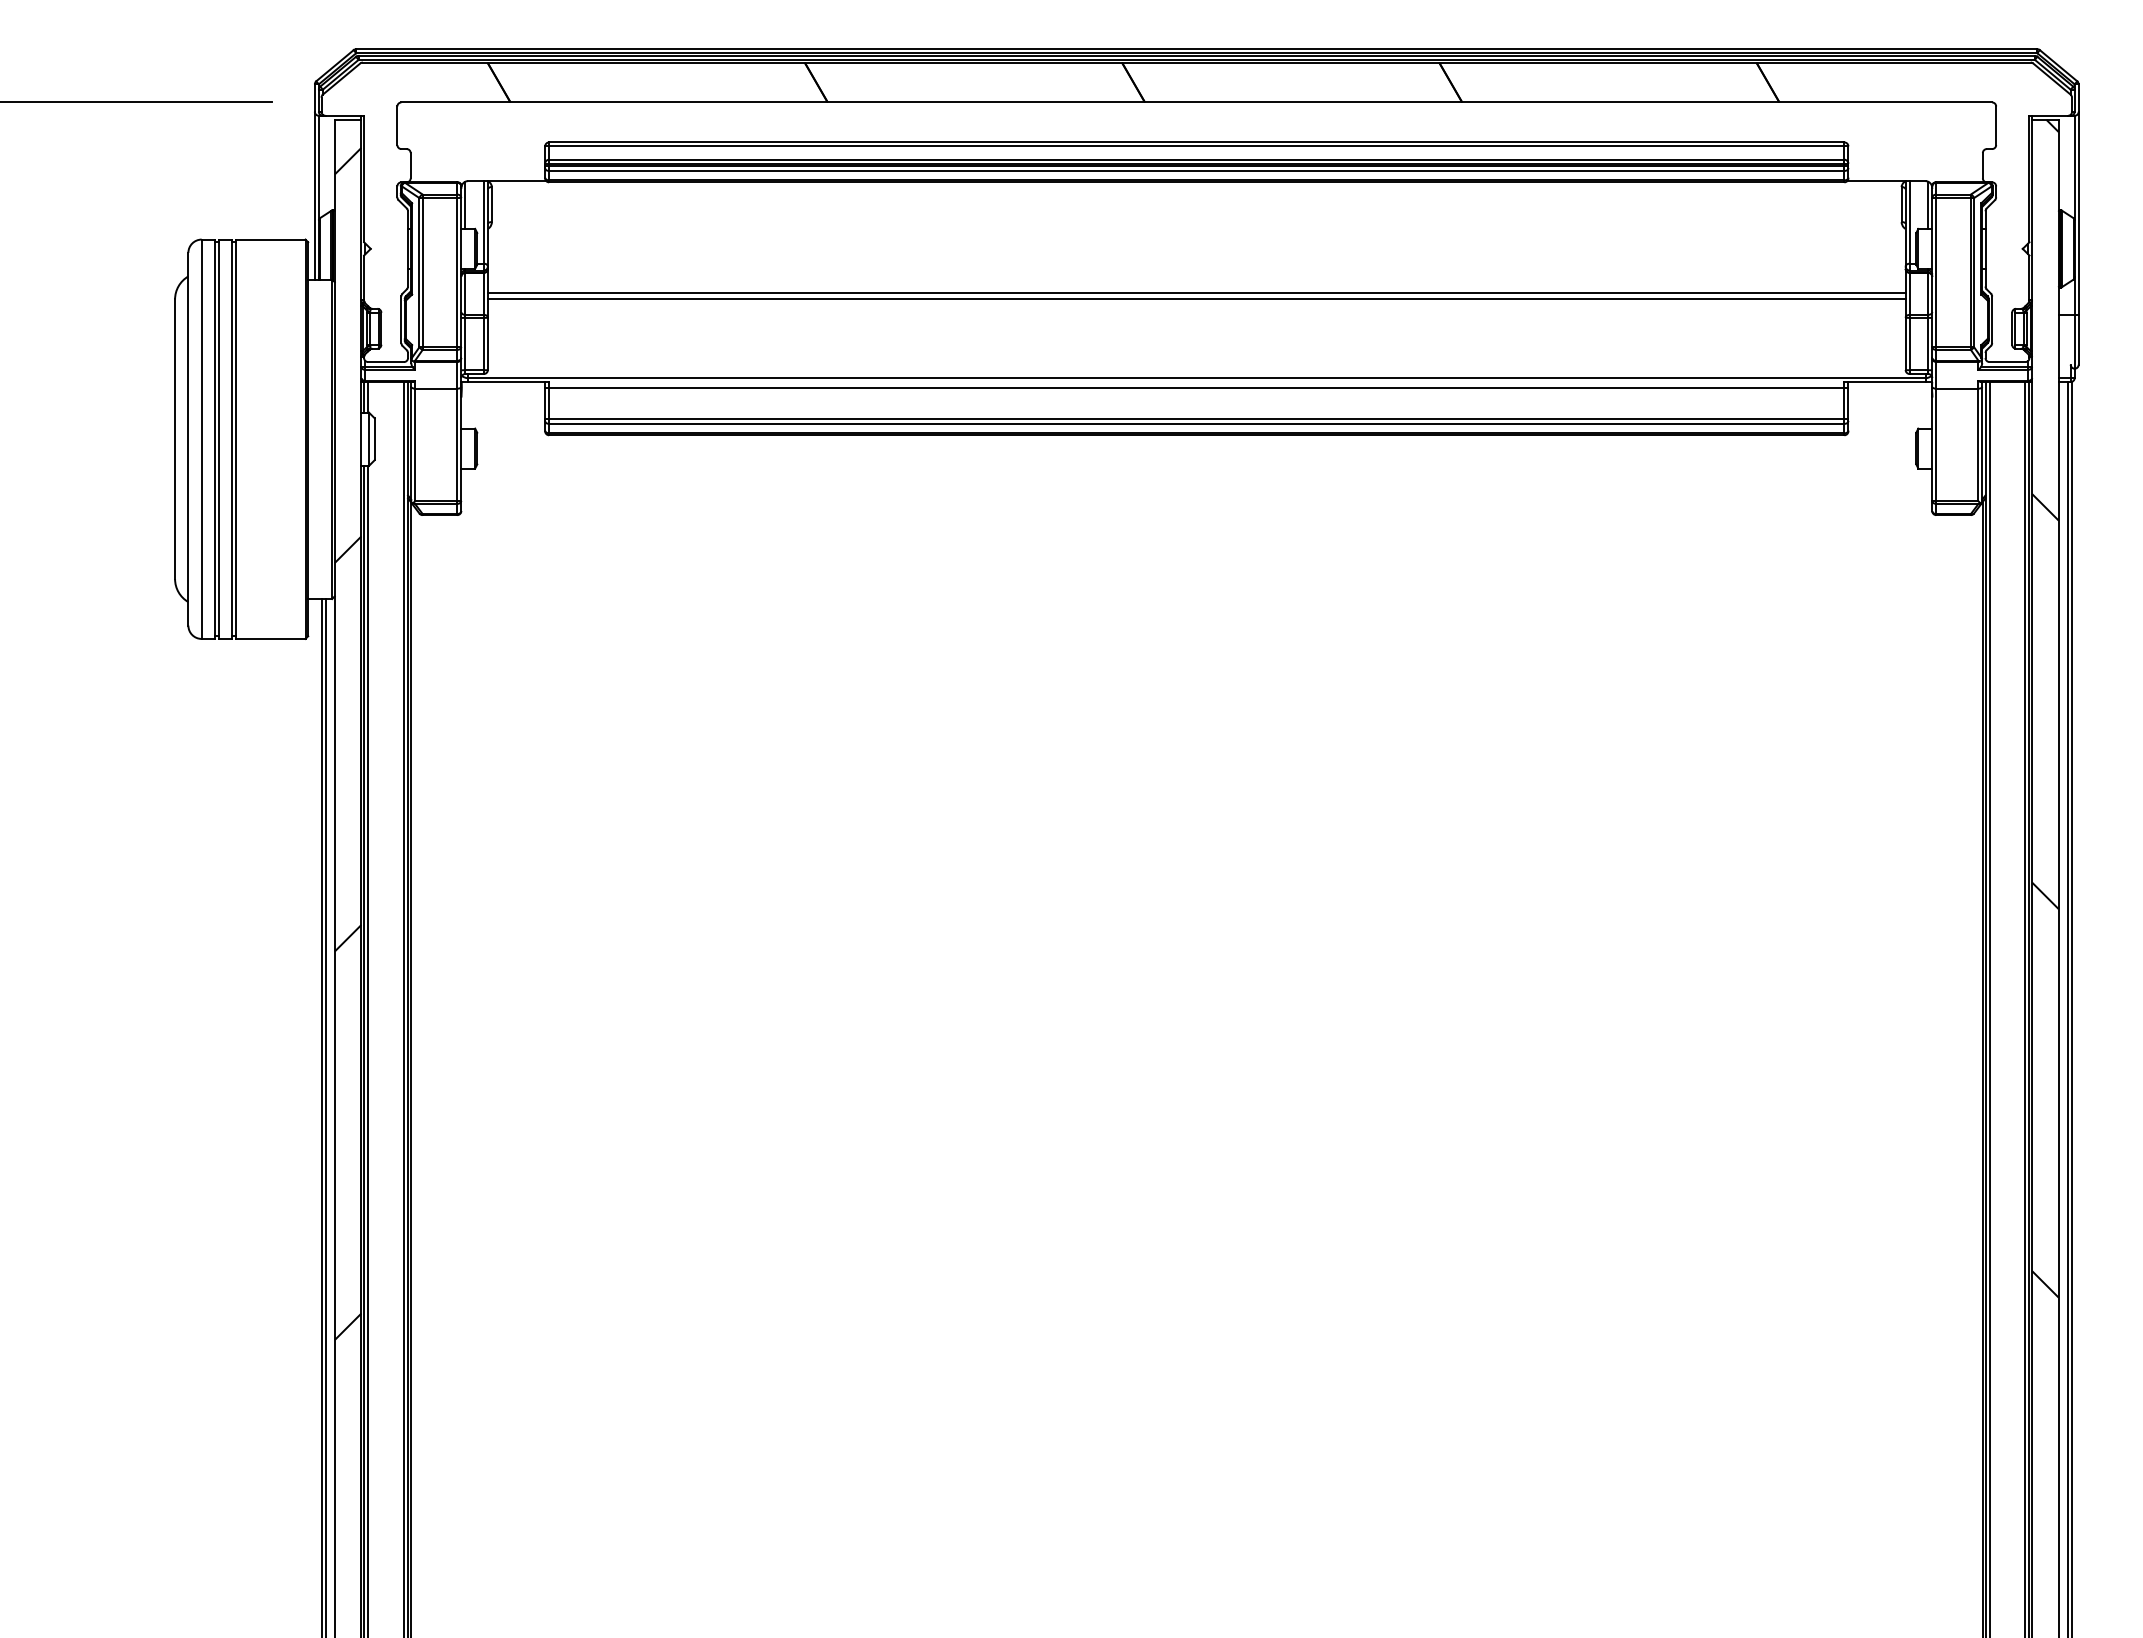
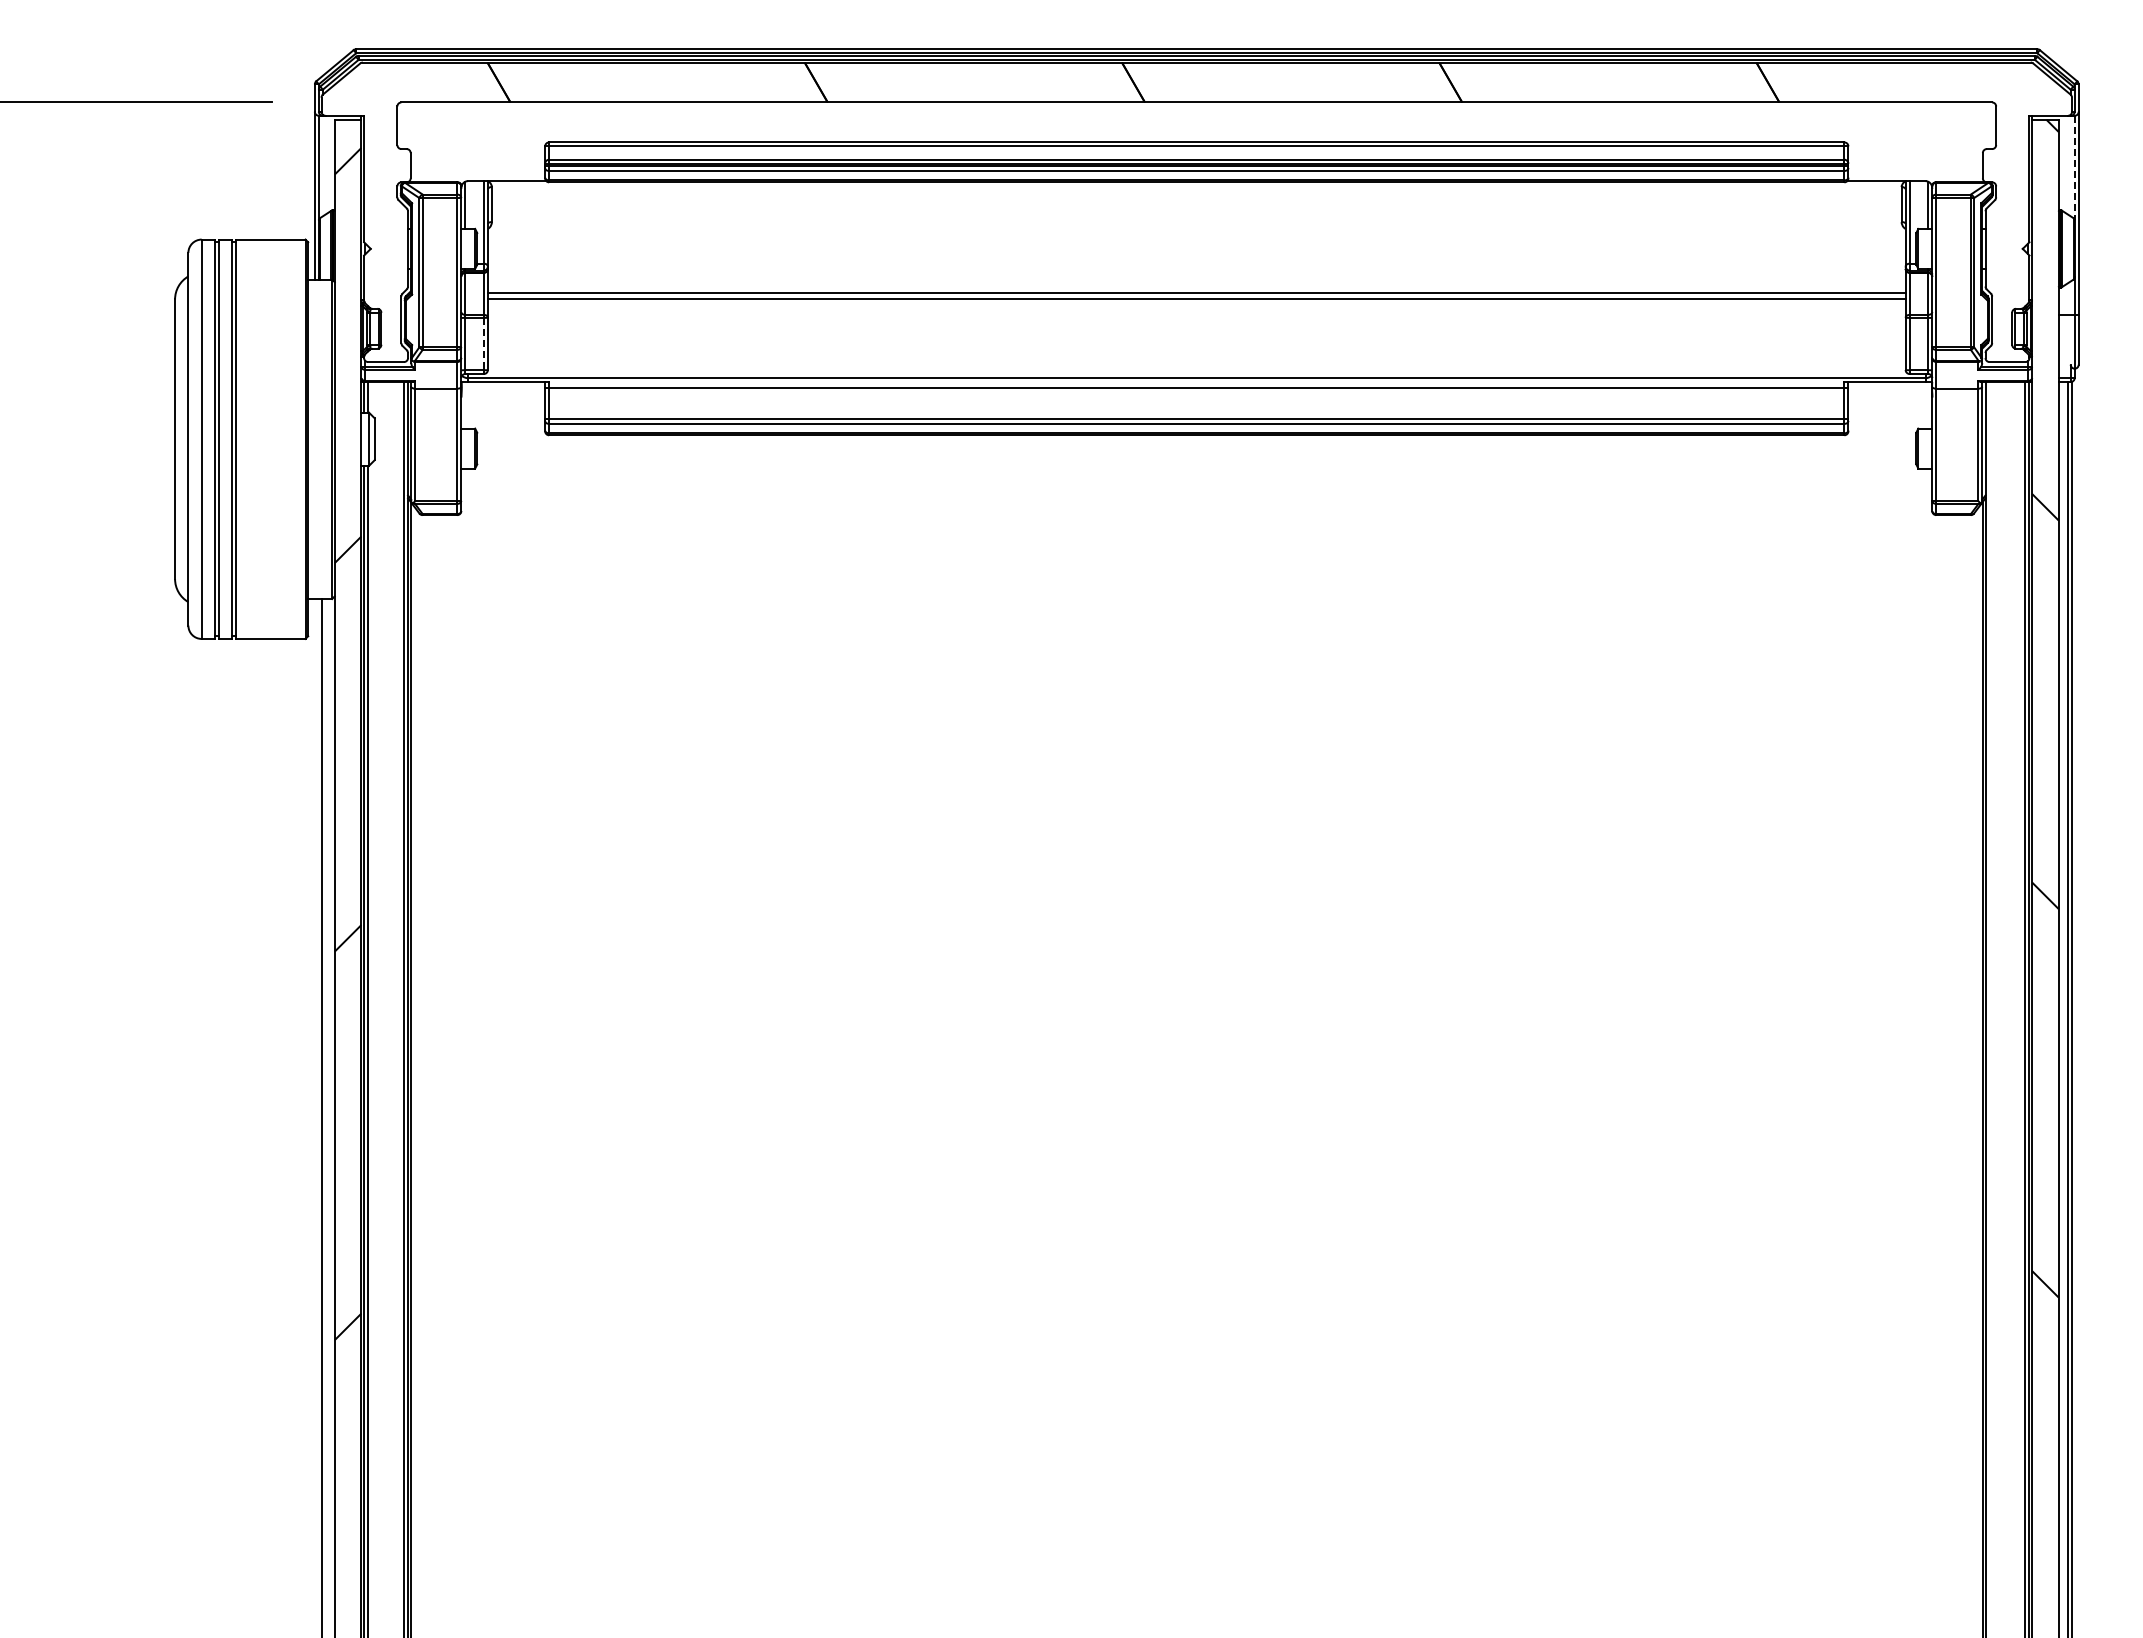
line at (2074, 168): solid -> dashed
line at (483, 344): solid -> dashed
line at (1989, 1008): present -> none
line at (325, 1116): present -> none
